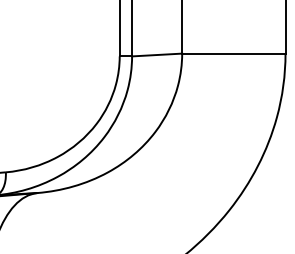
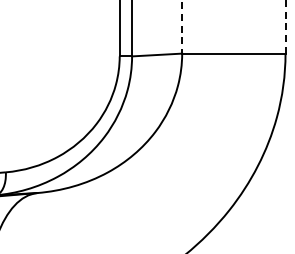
line at (285, 26): solid -> dashed
line at (182, 27): solid -> dashed
